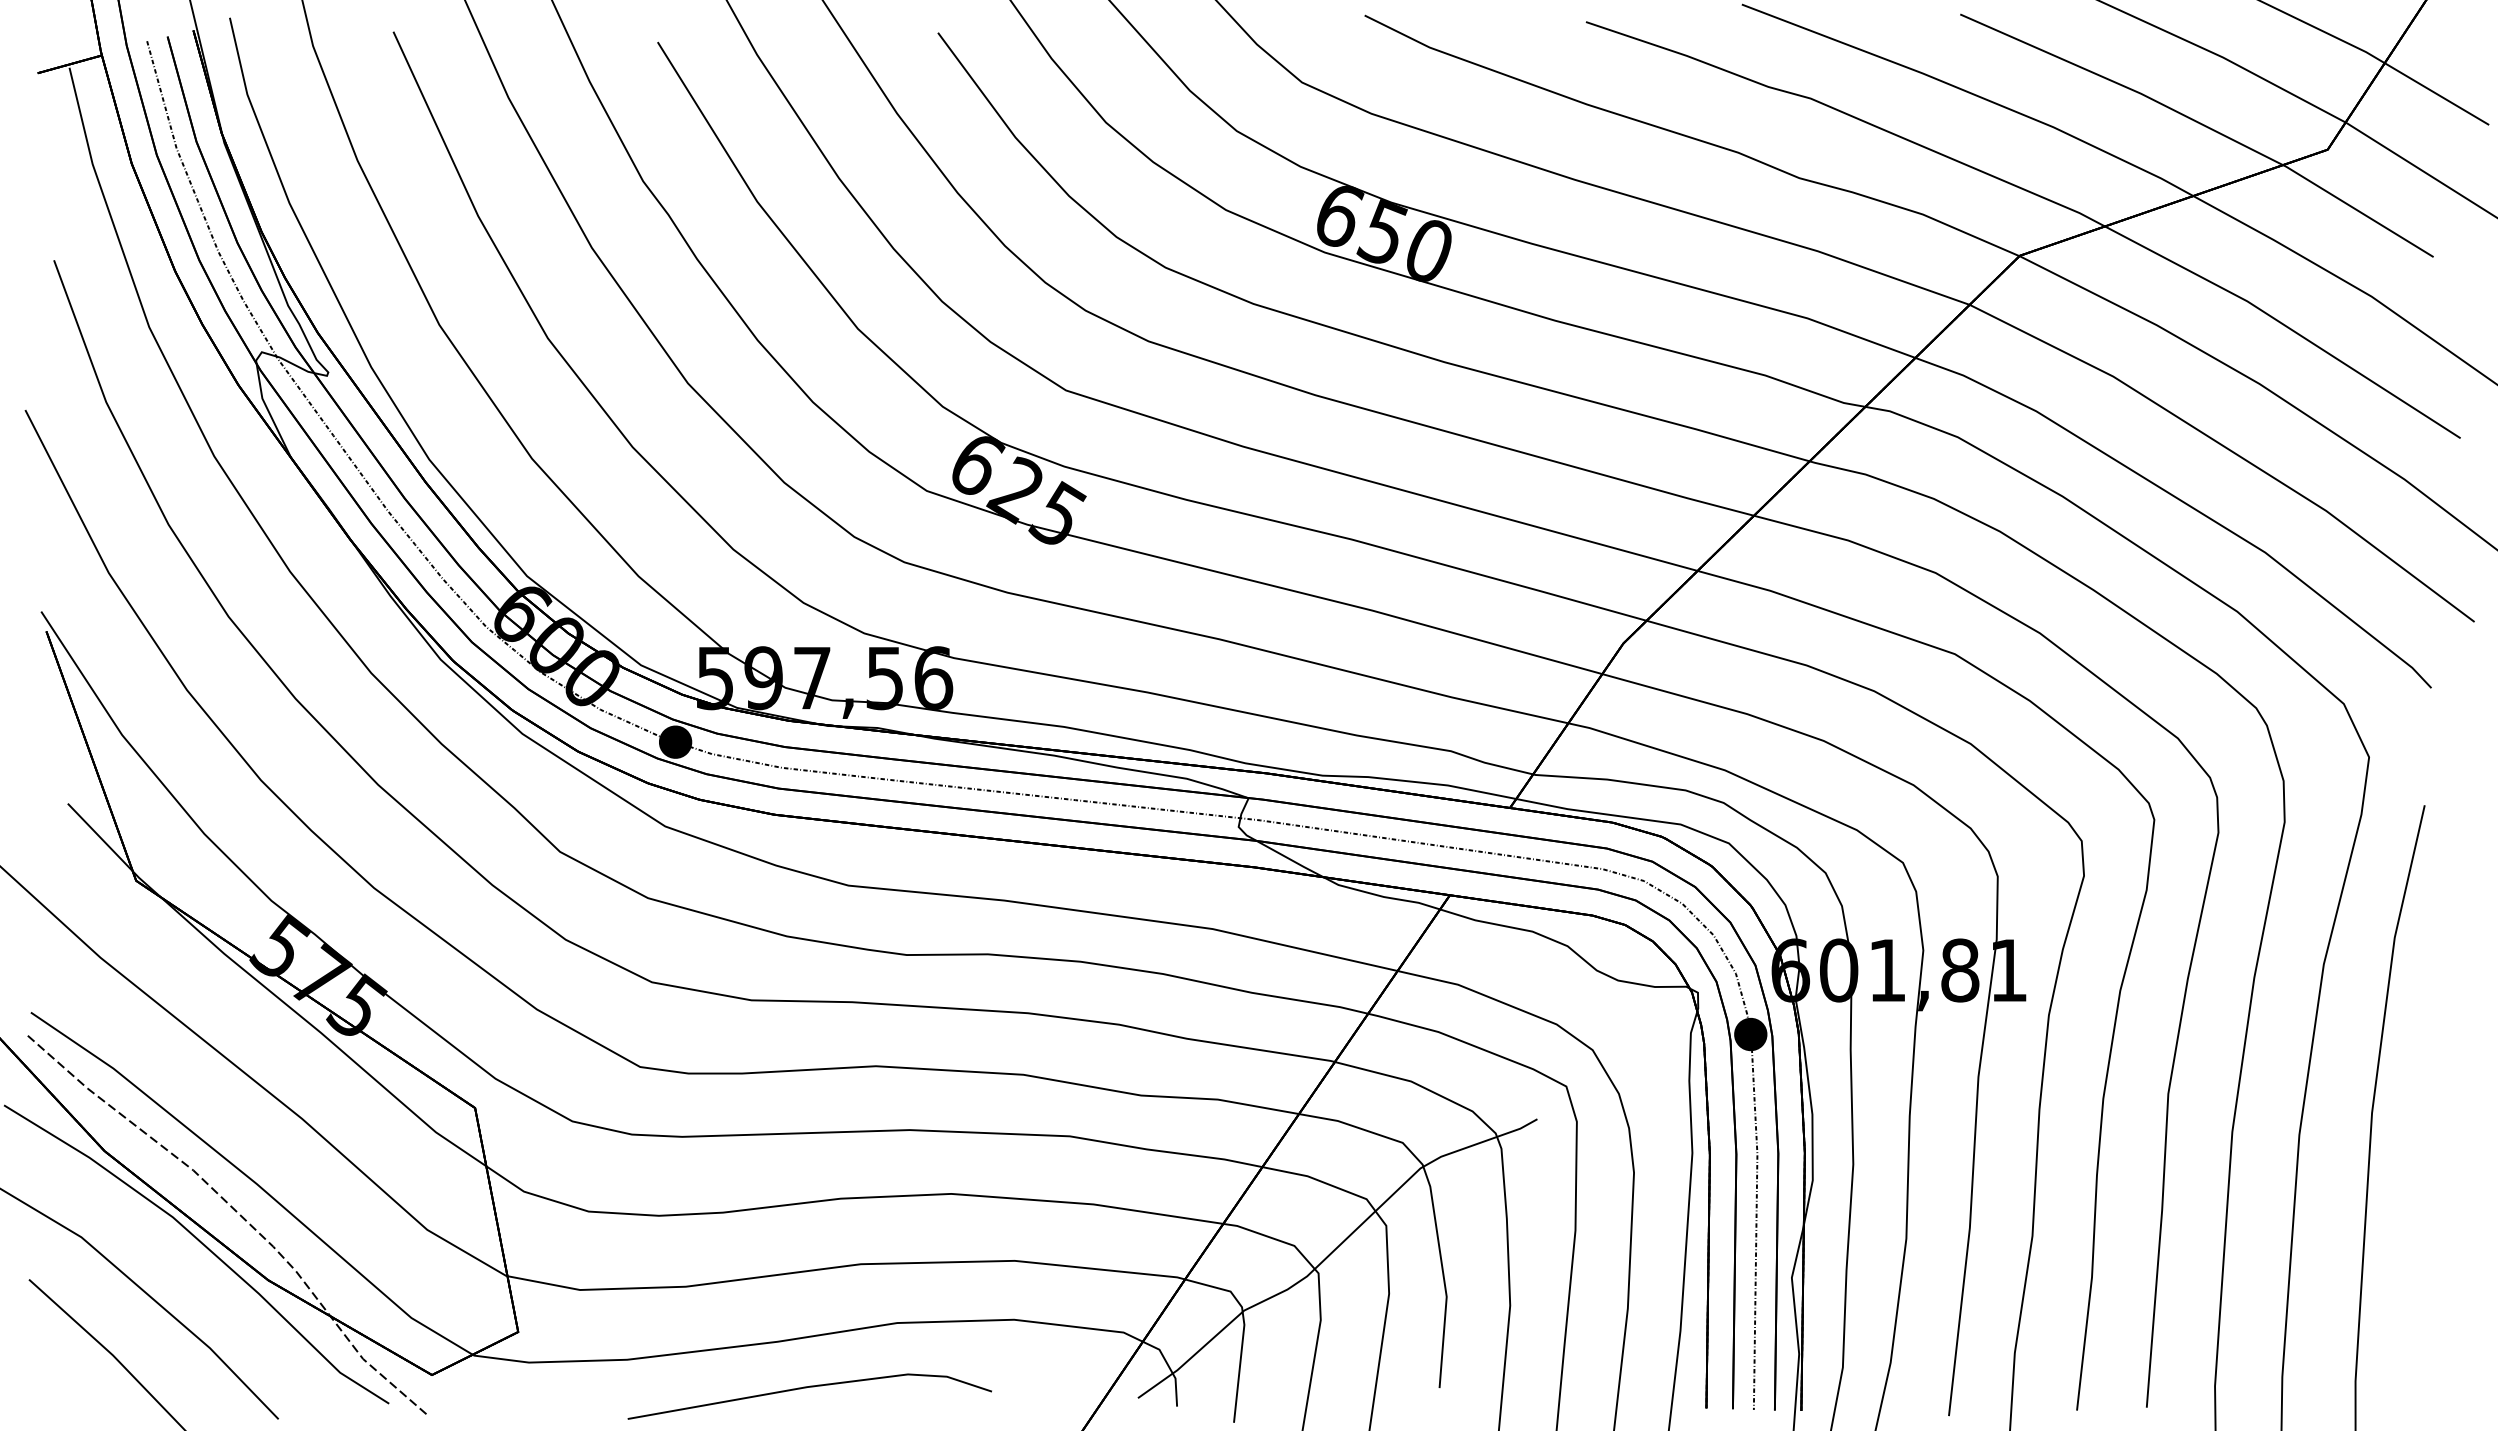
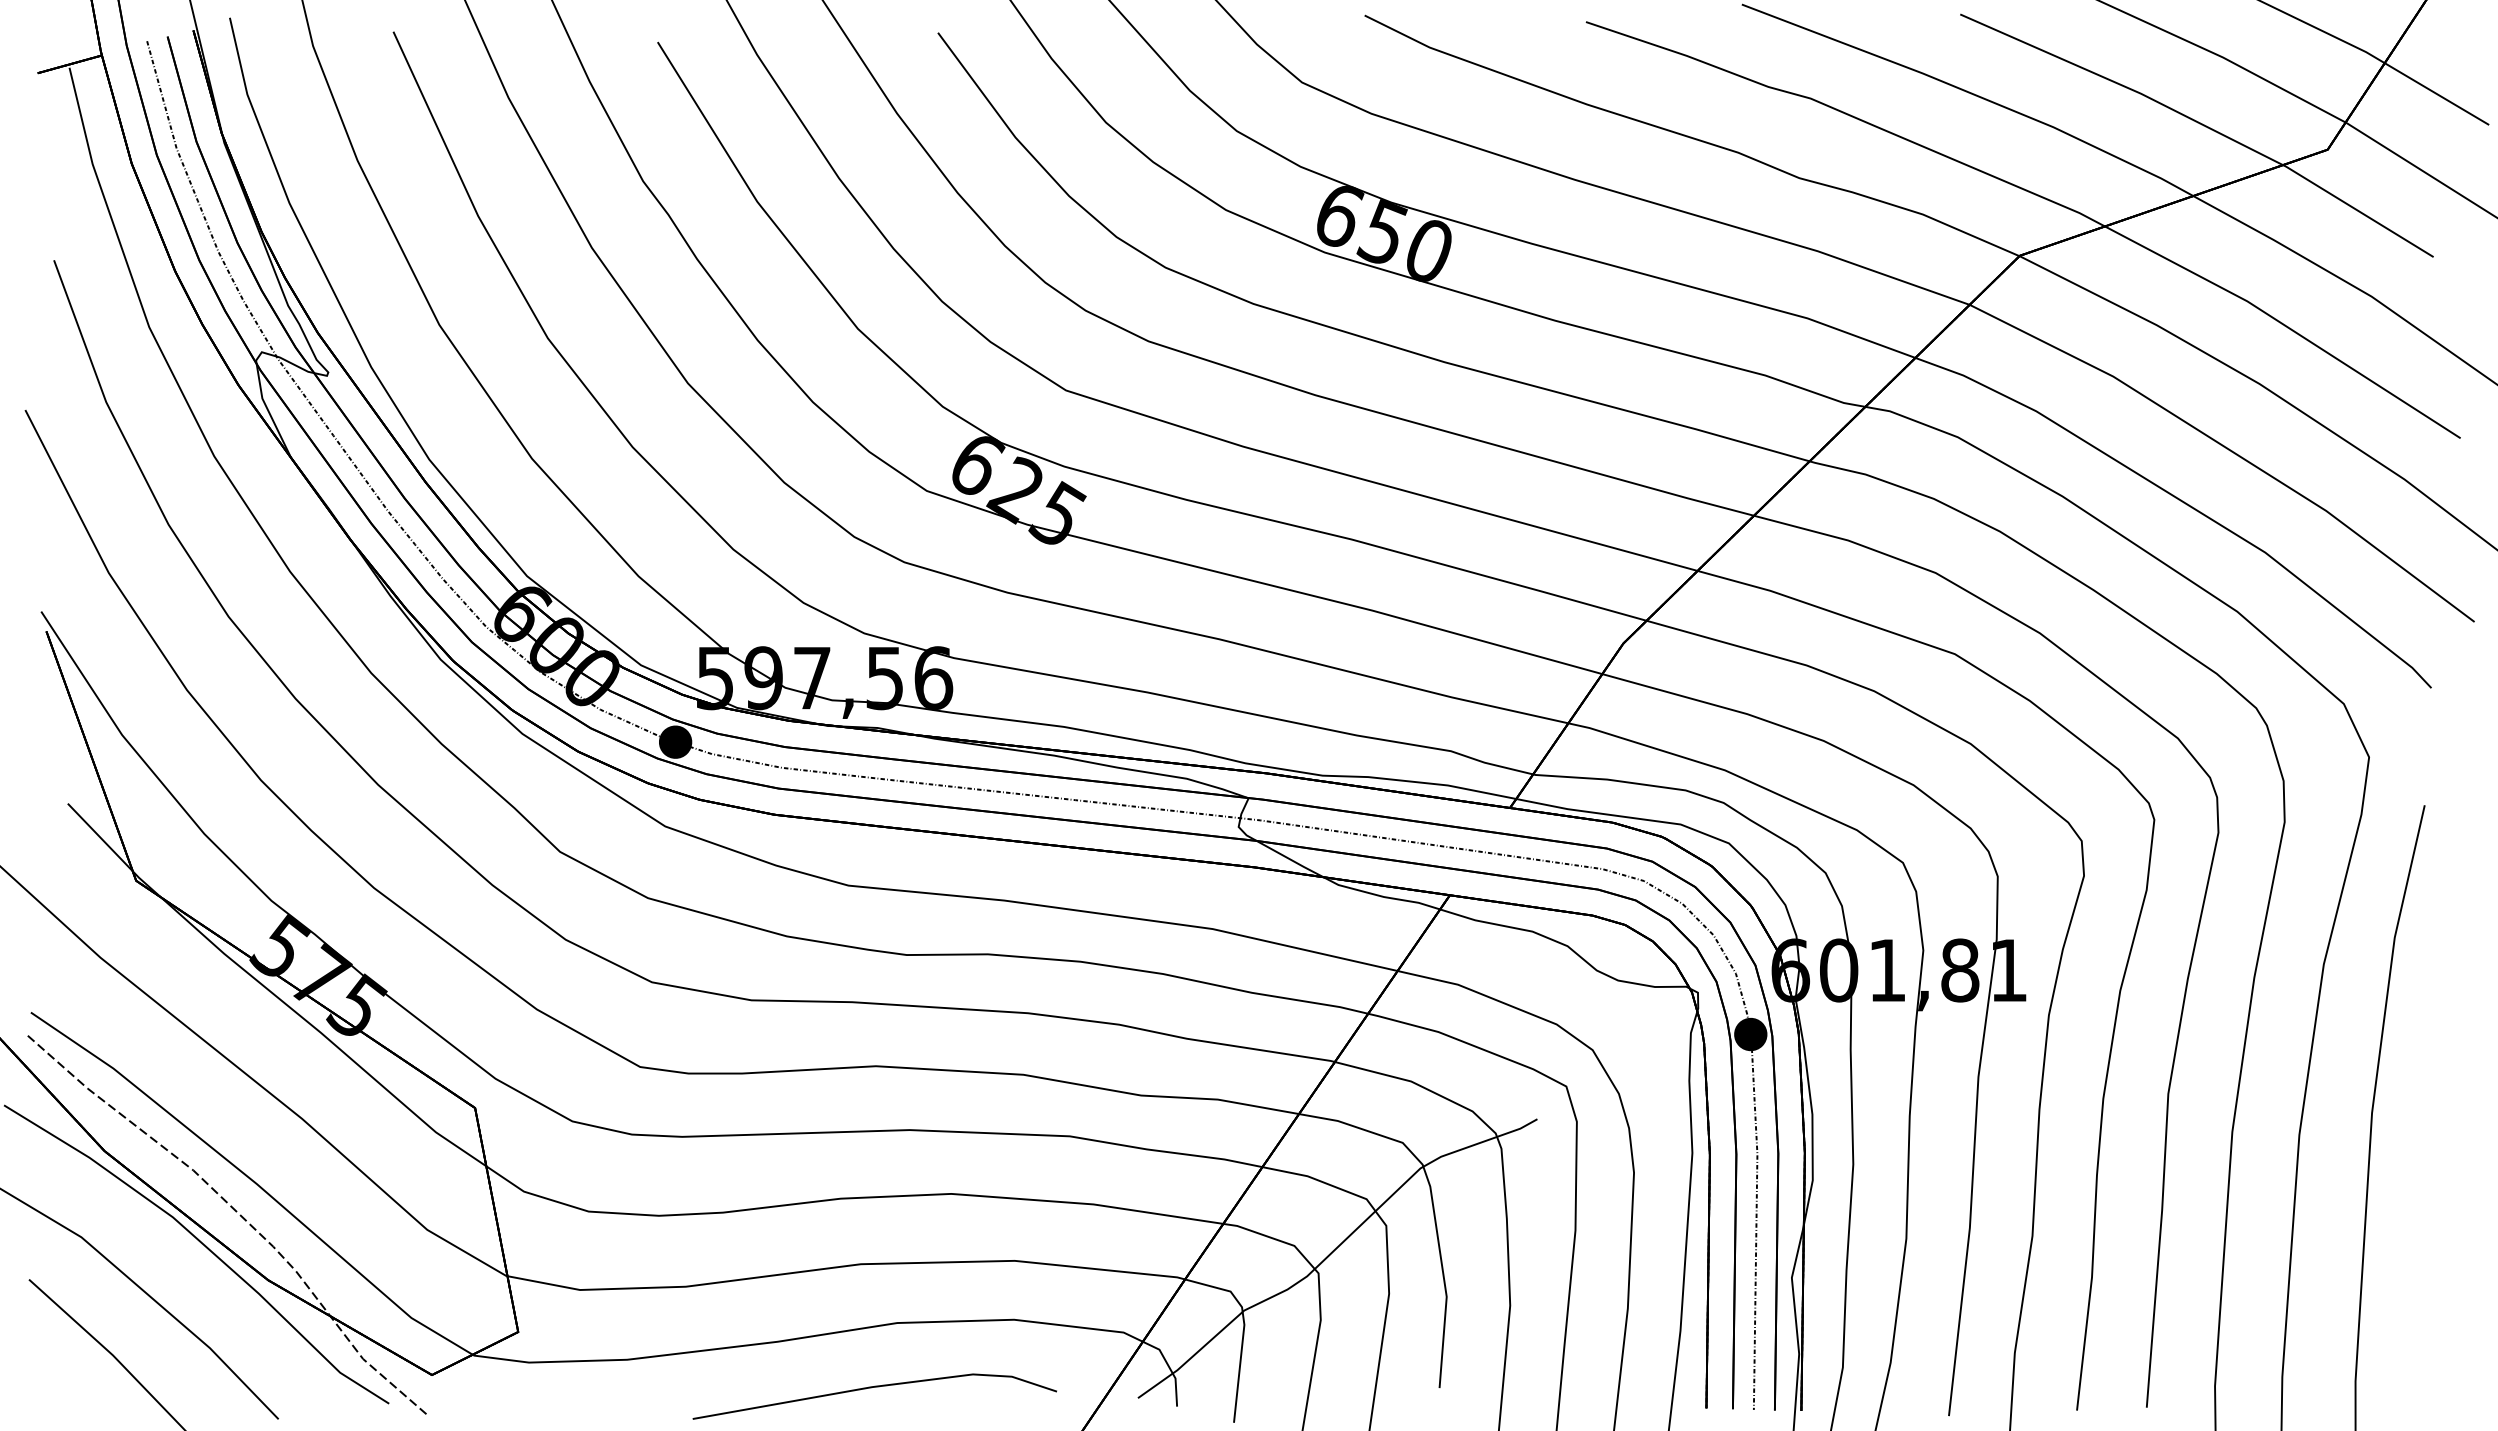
line at (806, 1388) position: (806, 1388) -> (871, 1388)
